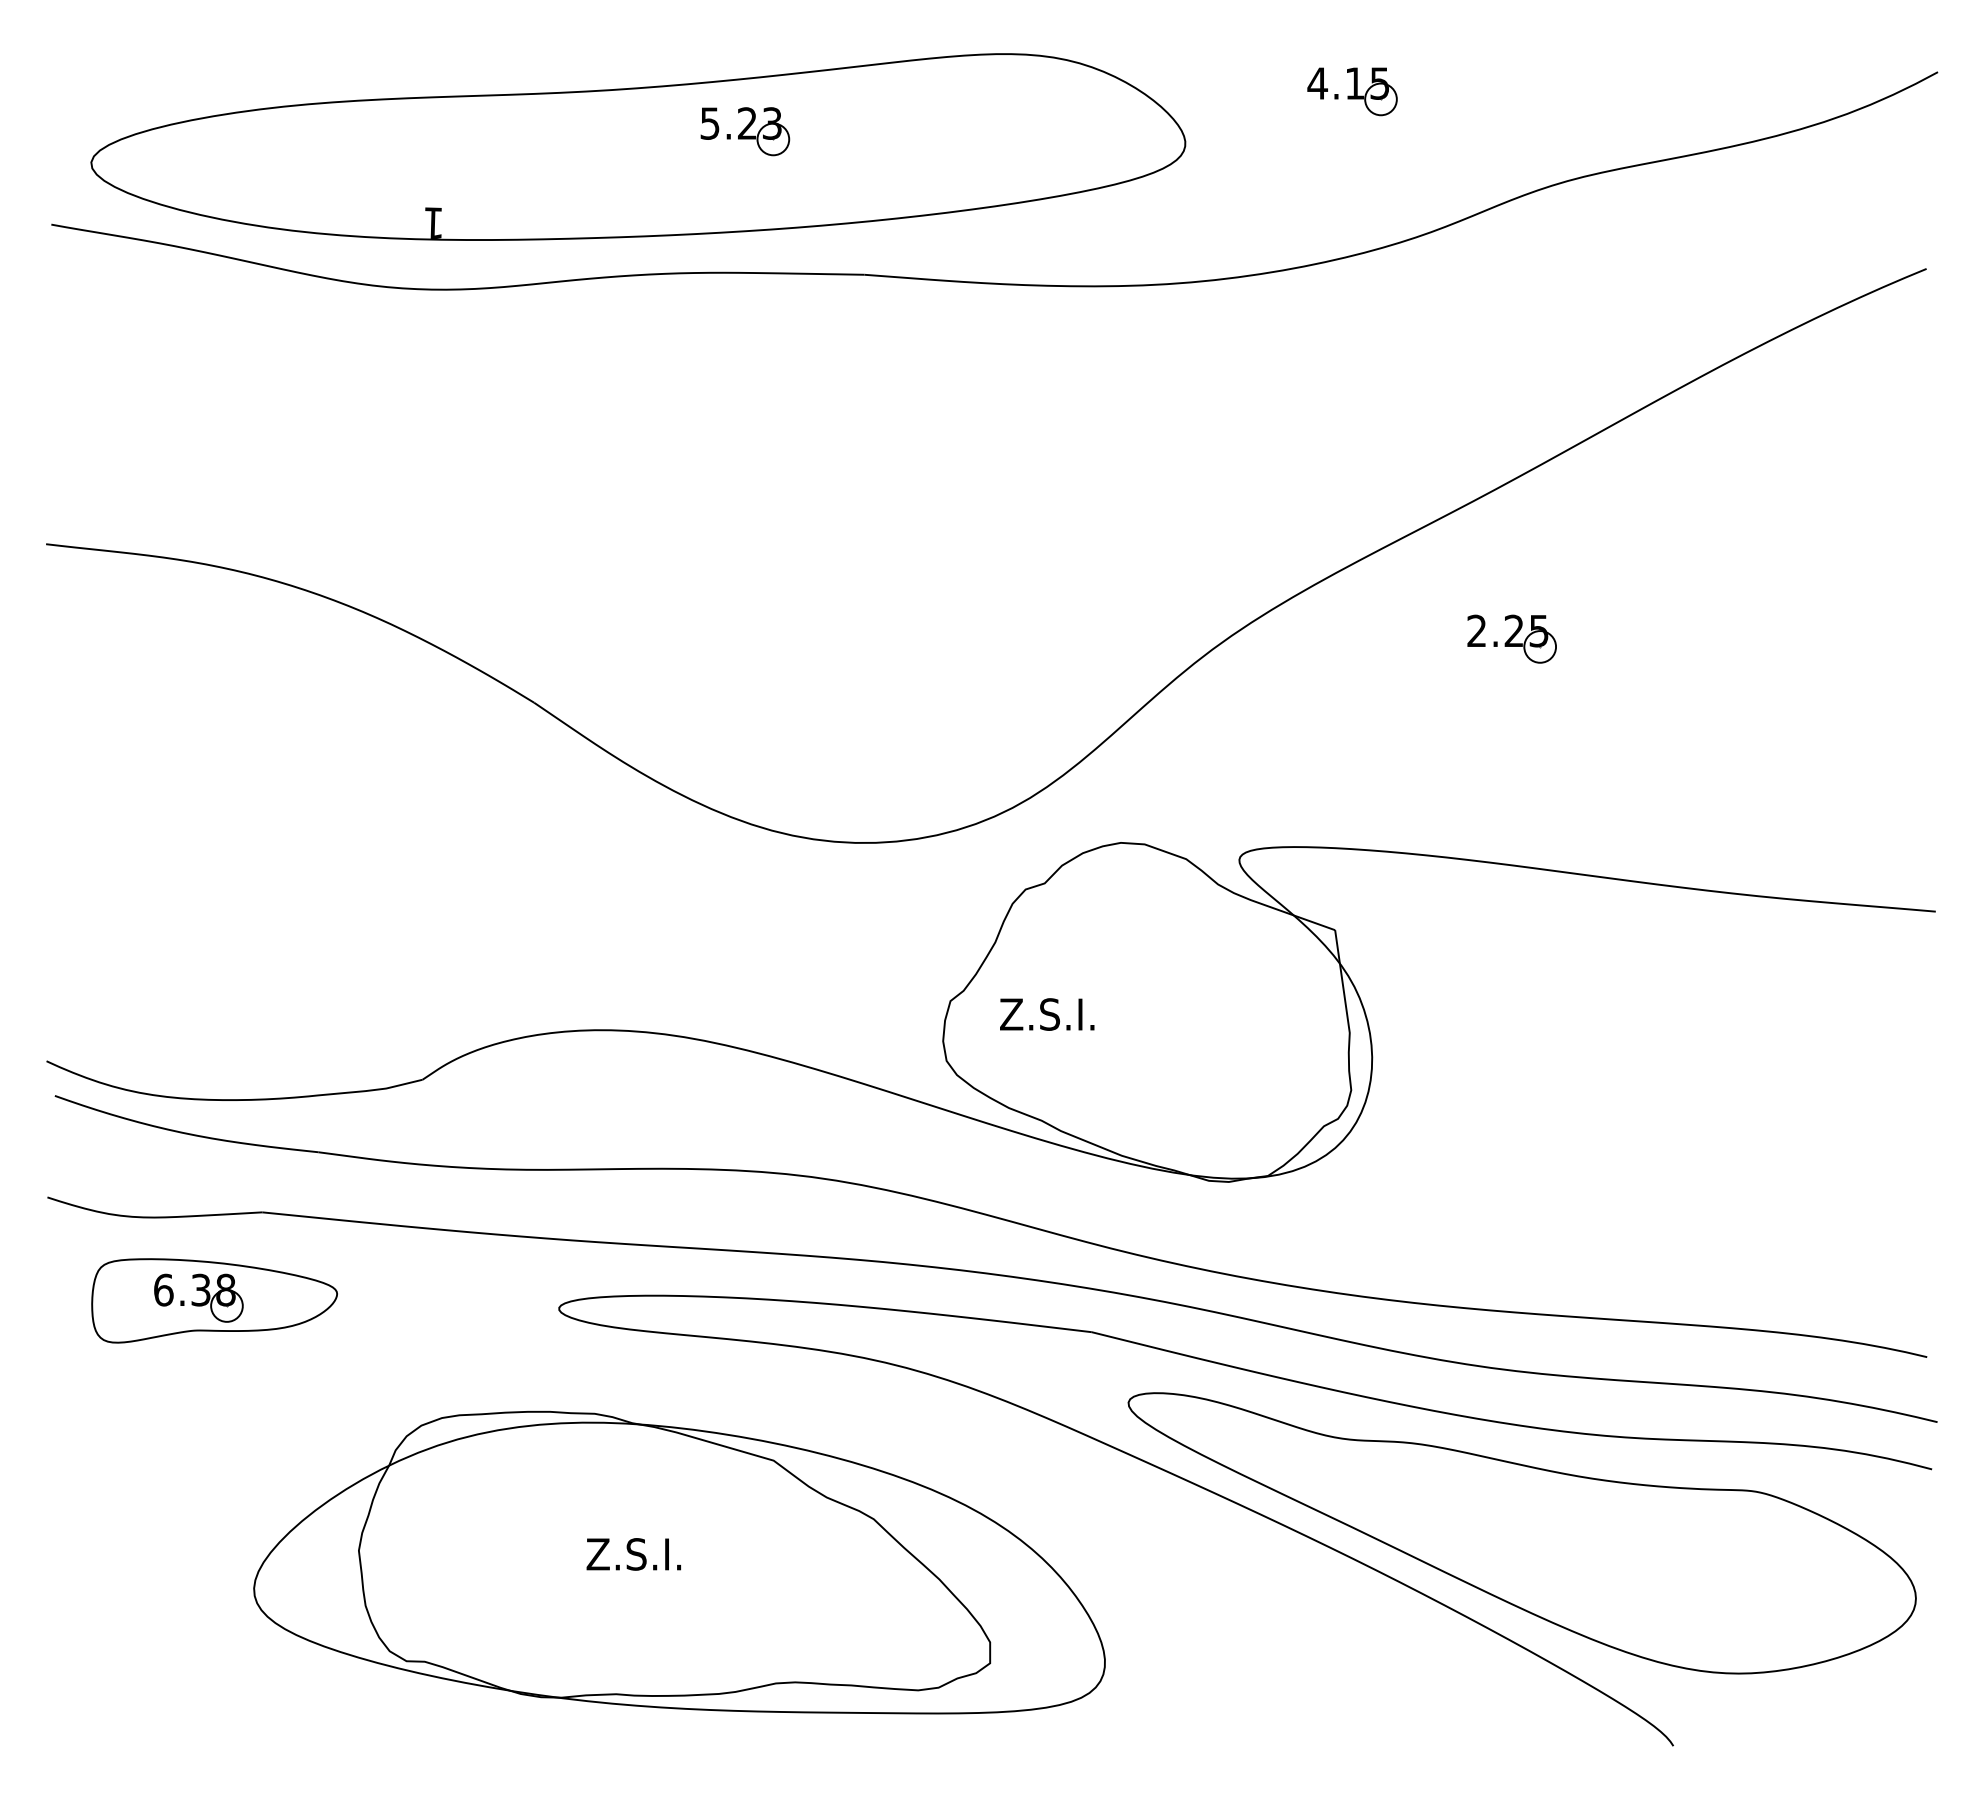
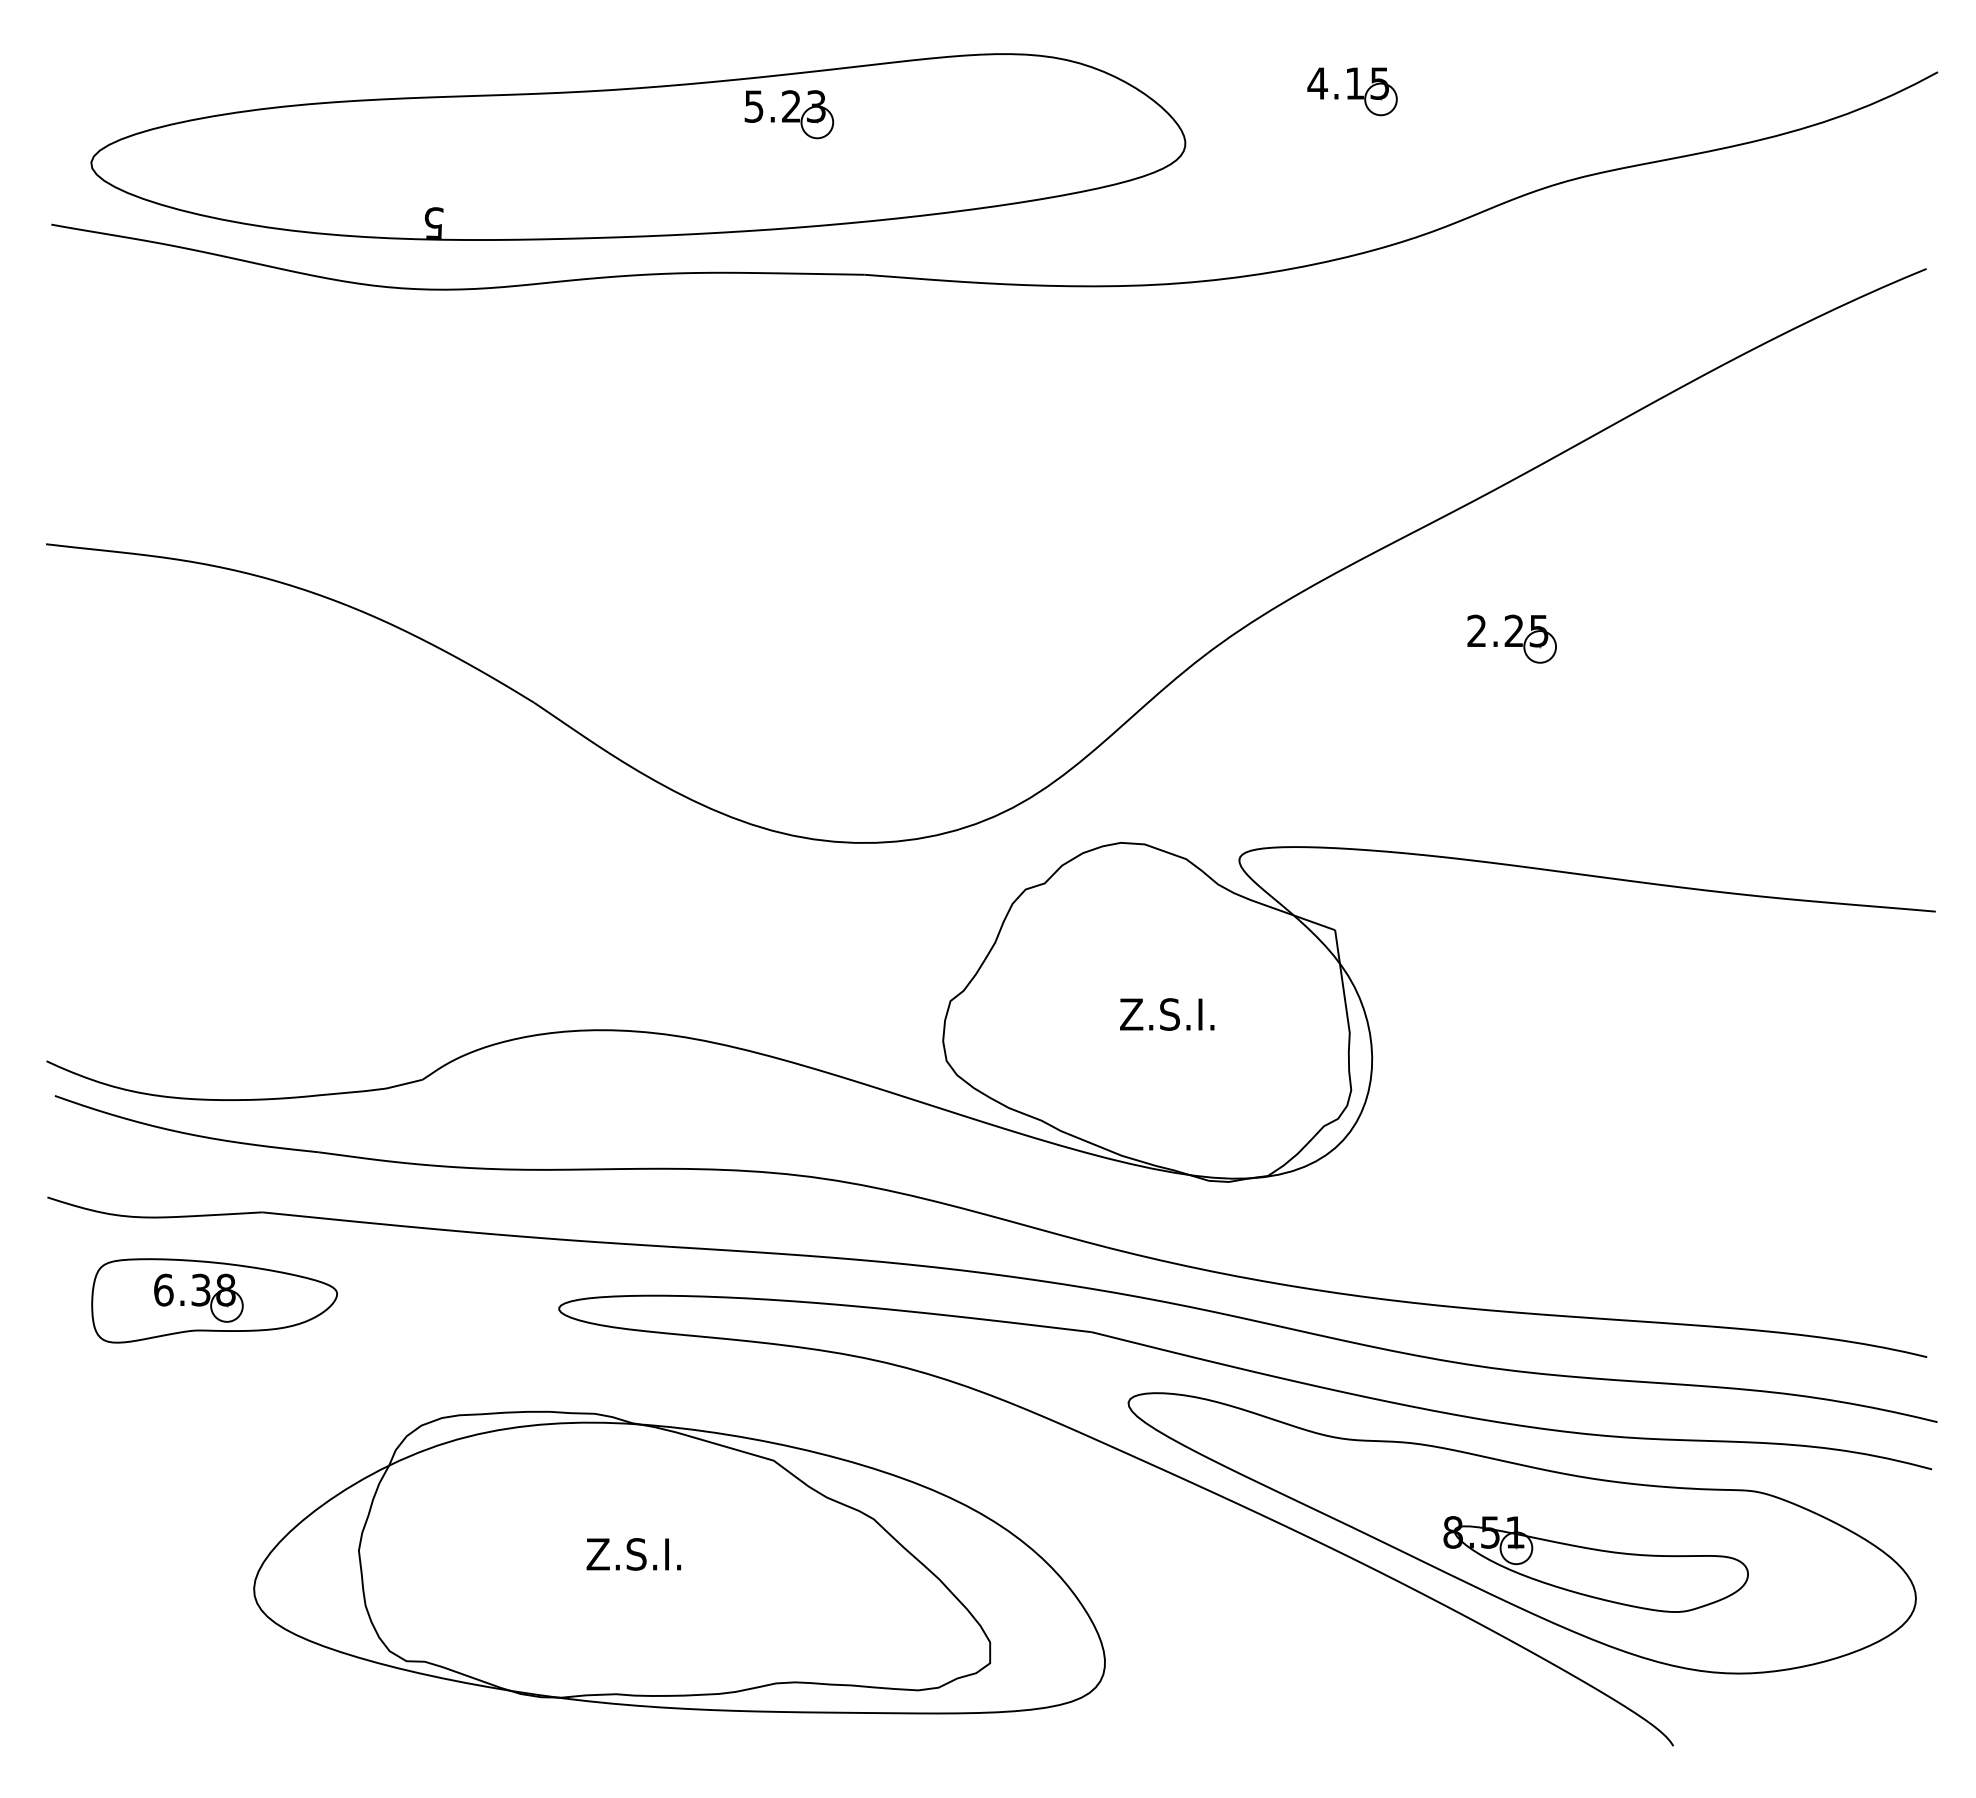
part at (745, 131) position: (745, 131) -> (789, 114)
text at (433, 222): 1 -> 5
text at (1047, 1014) position: (1047, 1014) -> (1167, 1014)
part at (1595, 1564): none -> present
